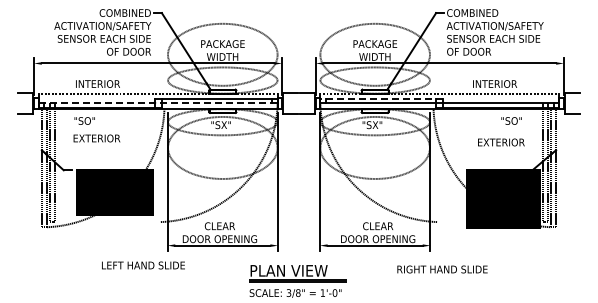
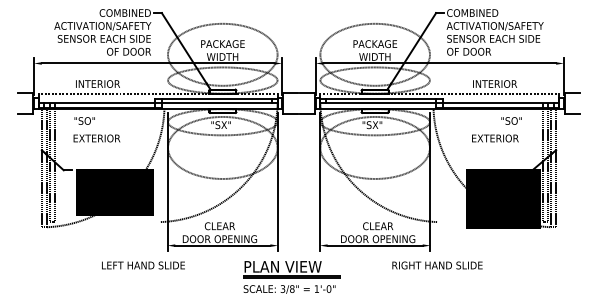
line at (381, 98): dashed -> solid
line at (158, 103): dashed -> solid
text at (501, 142) position: (501, 142) -> (495, 138)
text at (442, 269) position: (442, 269) -> (437, 265)
part at (297, 281) position: (297, 281) -> (291, 277)
